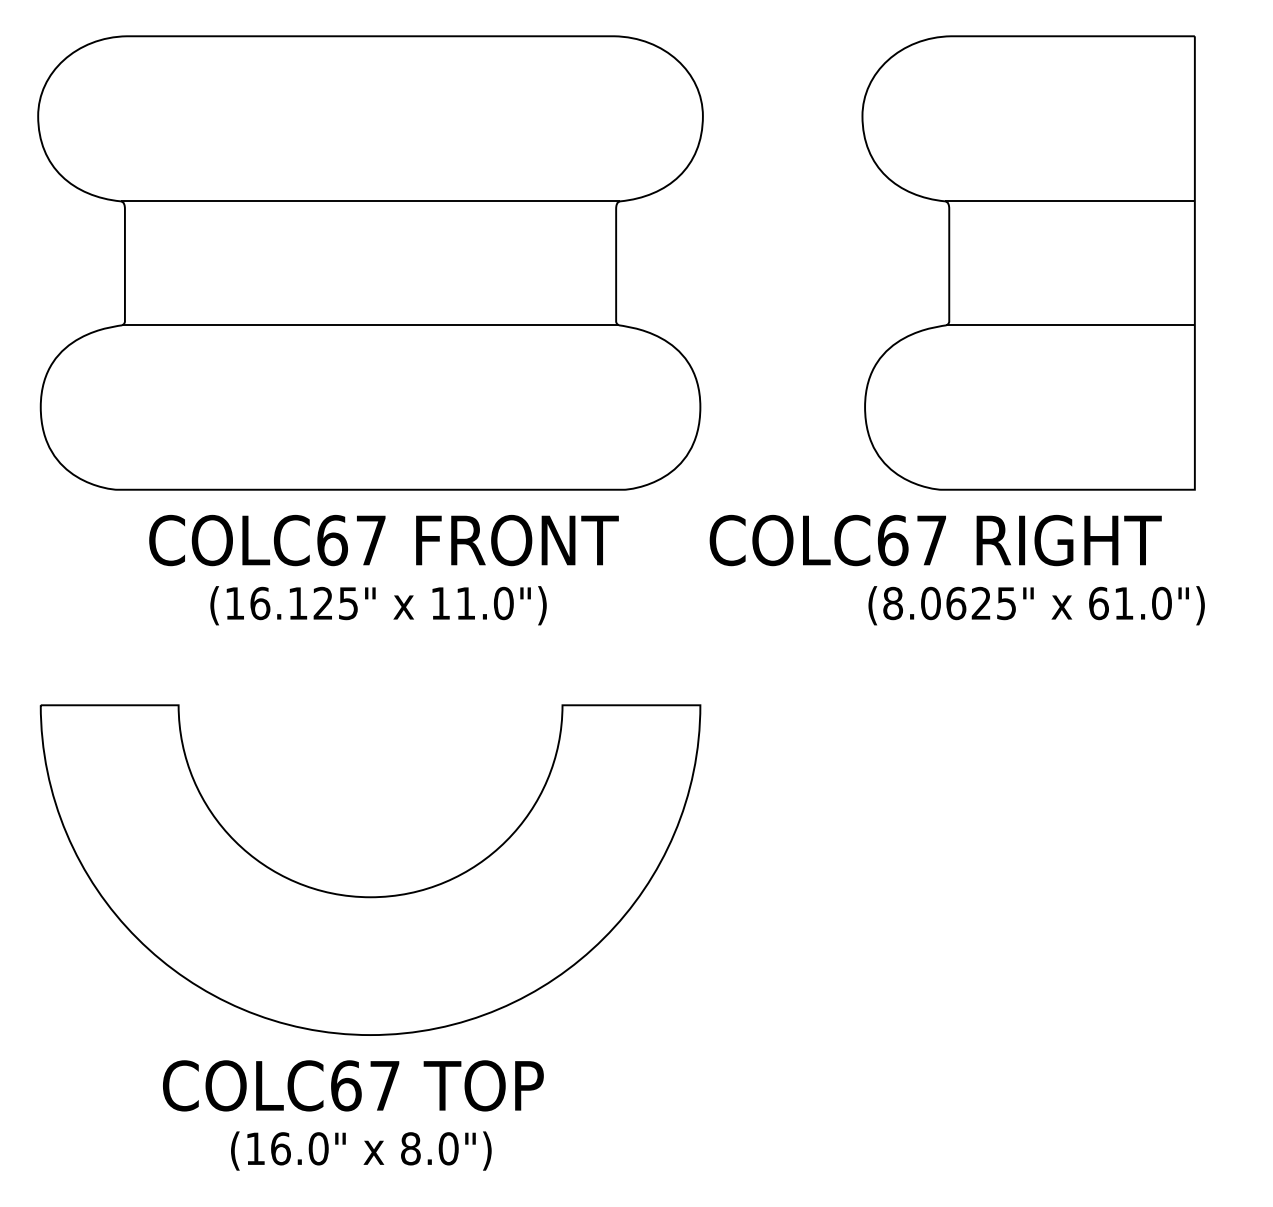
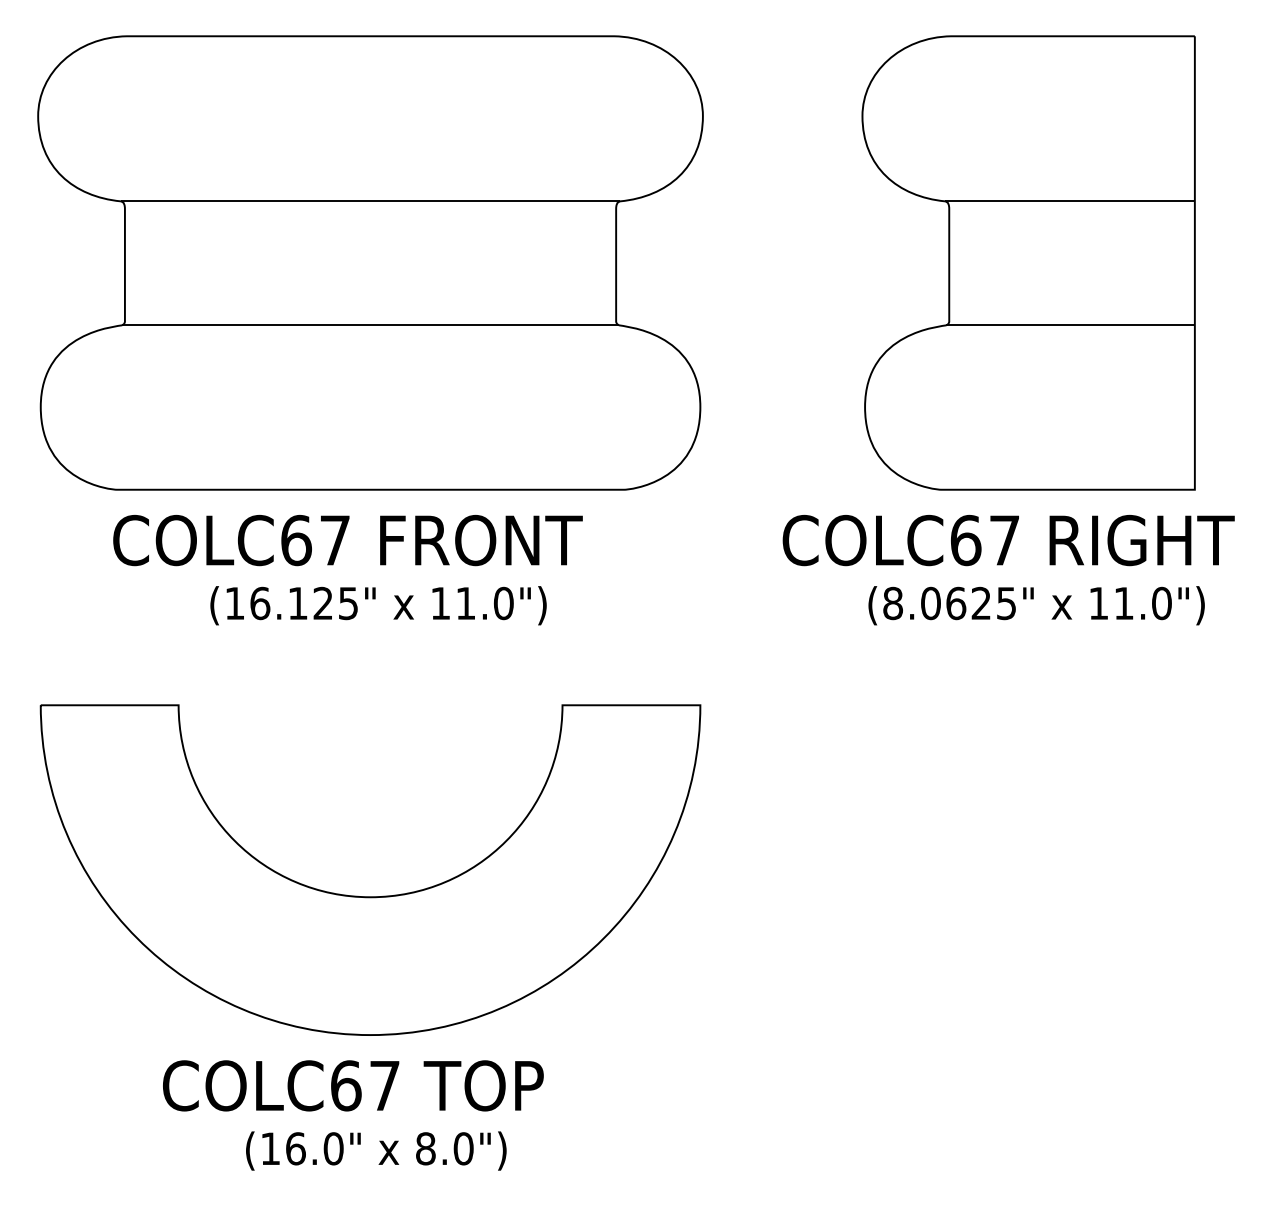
text at (383, 540) position: (383, 540) -> (347, 540)
text at (935, 540) position: (935, 540) -> (1008, 540)
text at (1098, 603): 61.0") -> 11.0")
text at (361, 1150) position: (361, 1150) -> (376, 1150)
